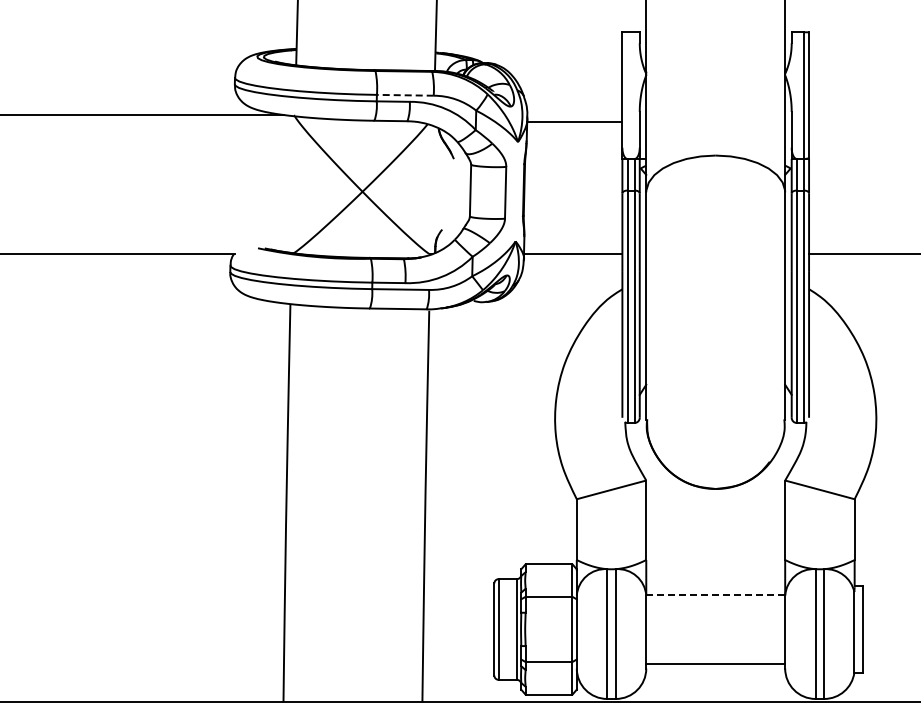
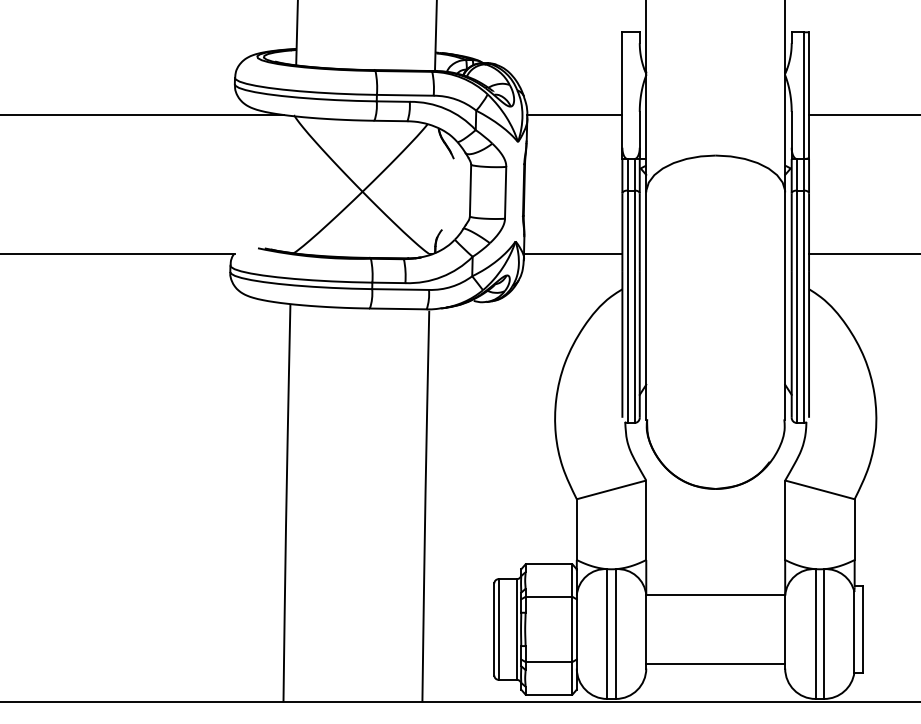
line at (404, 95): dashed -> solid
line at (863, 115): none -> present
line at (574, 122) position: (574, 122) -> (574, 115)
line at (715, 594): dashed -> solid
